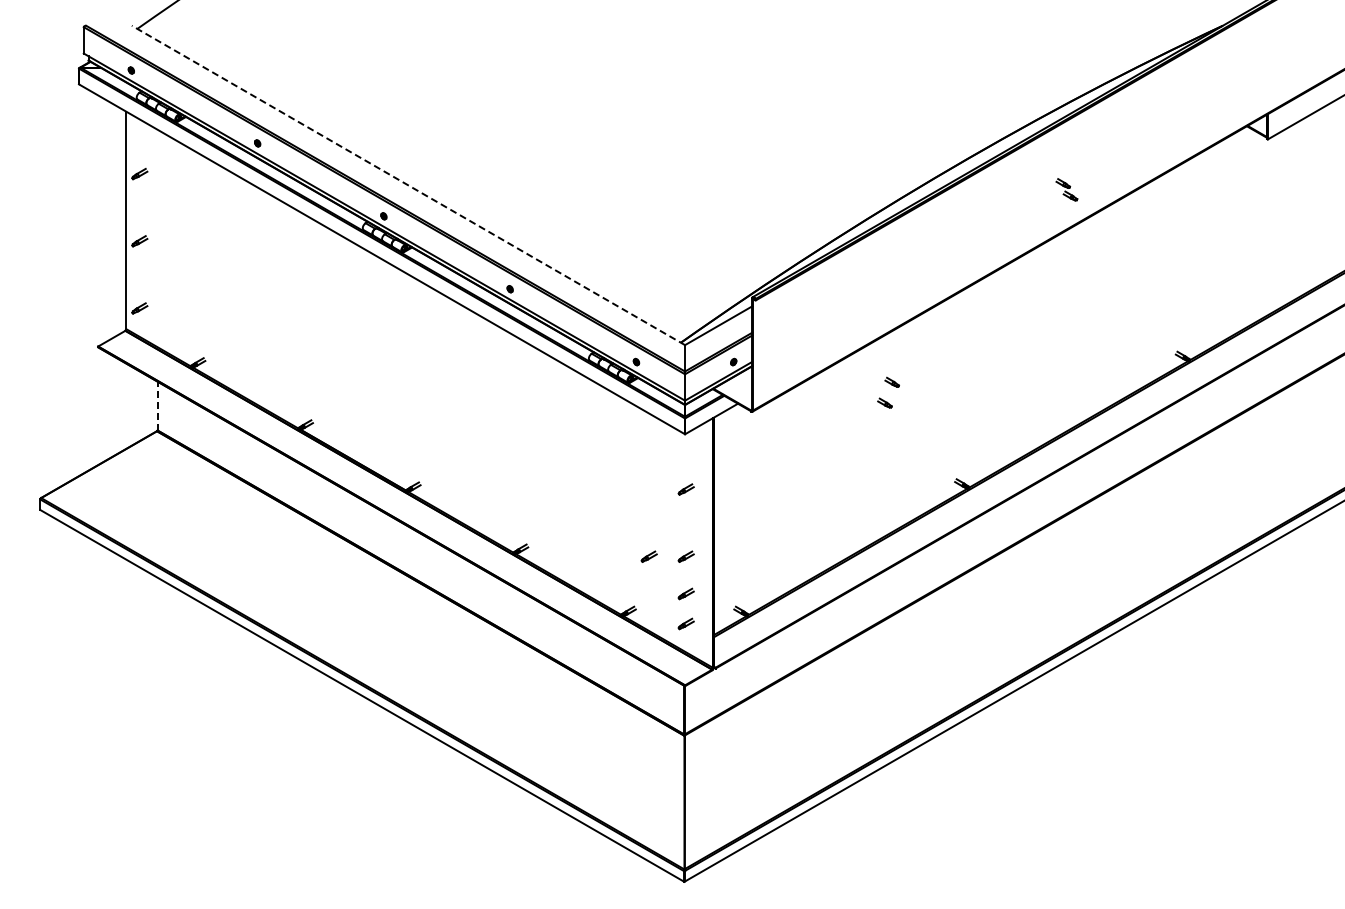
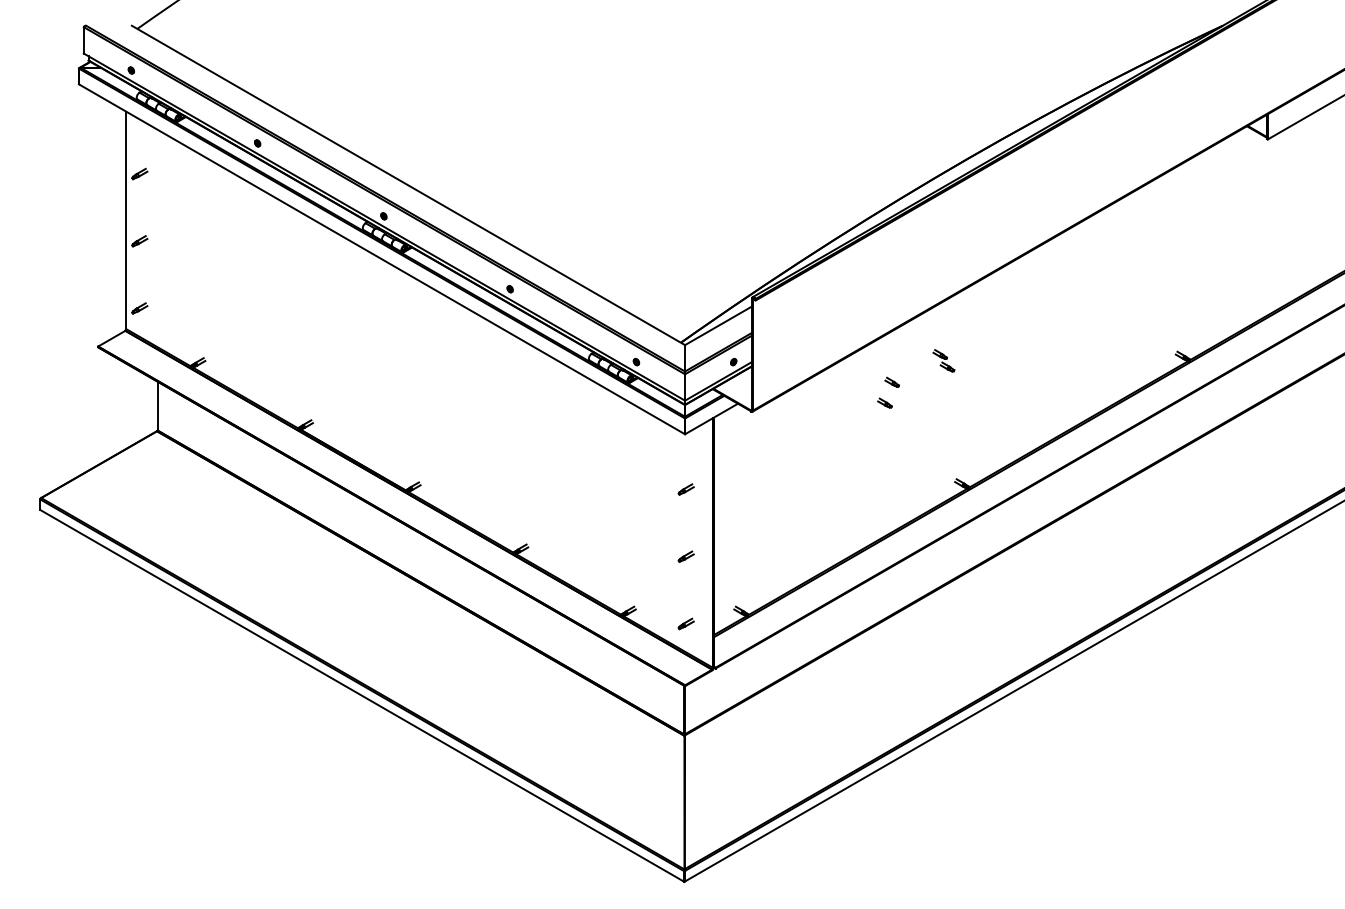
line at (408, 185): dashed -> solid
part at (1066, 189) position: (1066, 189) -> (943, 360)
line at (157, 405): dashed -> solid
part at (648, 556): present -> none
part at (685, 593): present -> none
